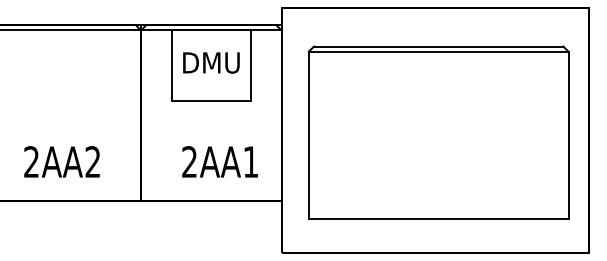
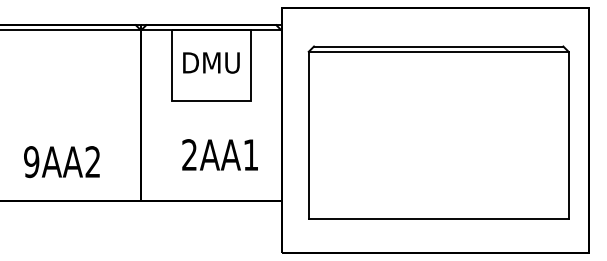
text at (219, 161) position: (219, 161) -> (219, 154)
text at (31, 162): 2AA2 -> 9AA2
